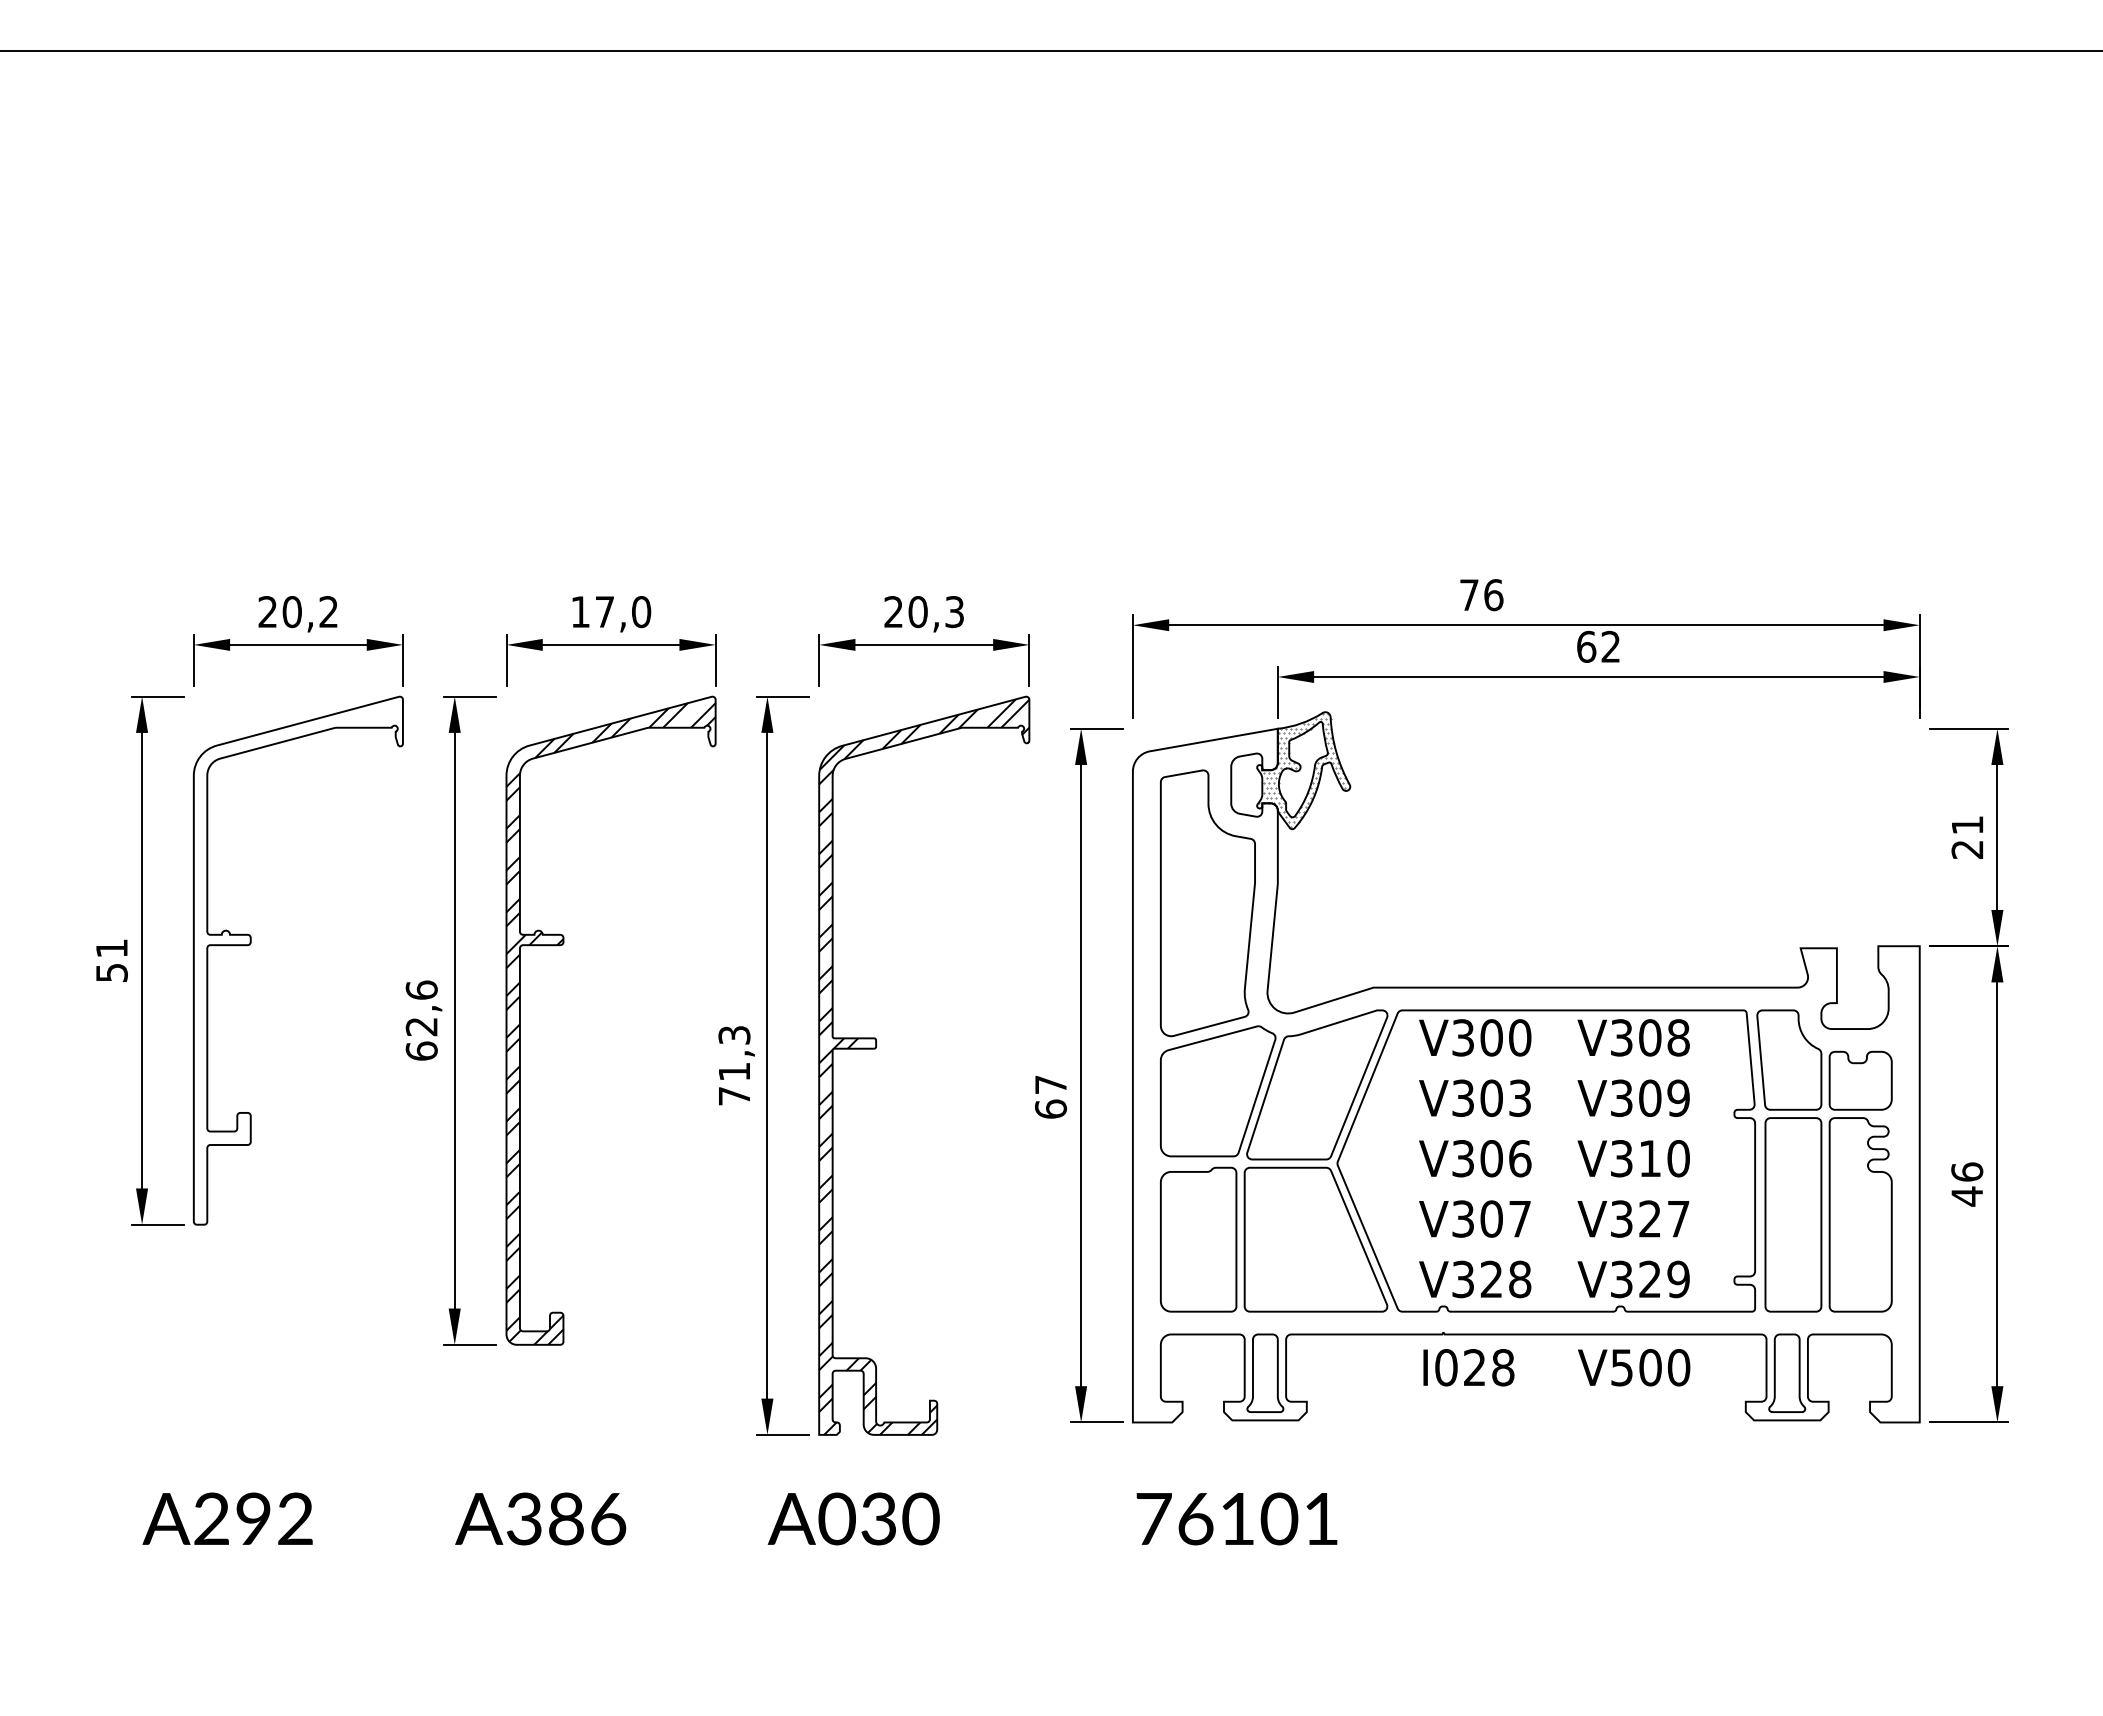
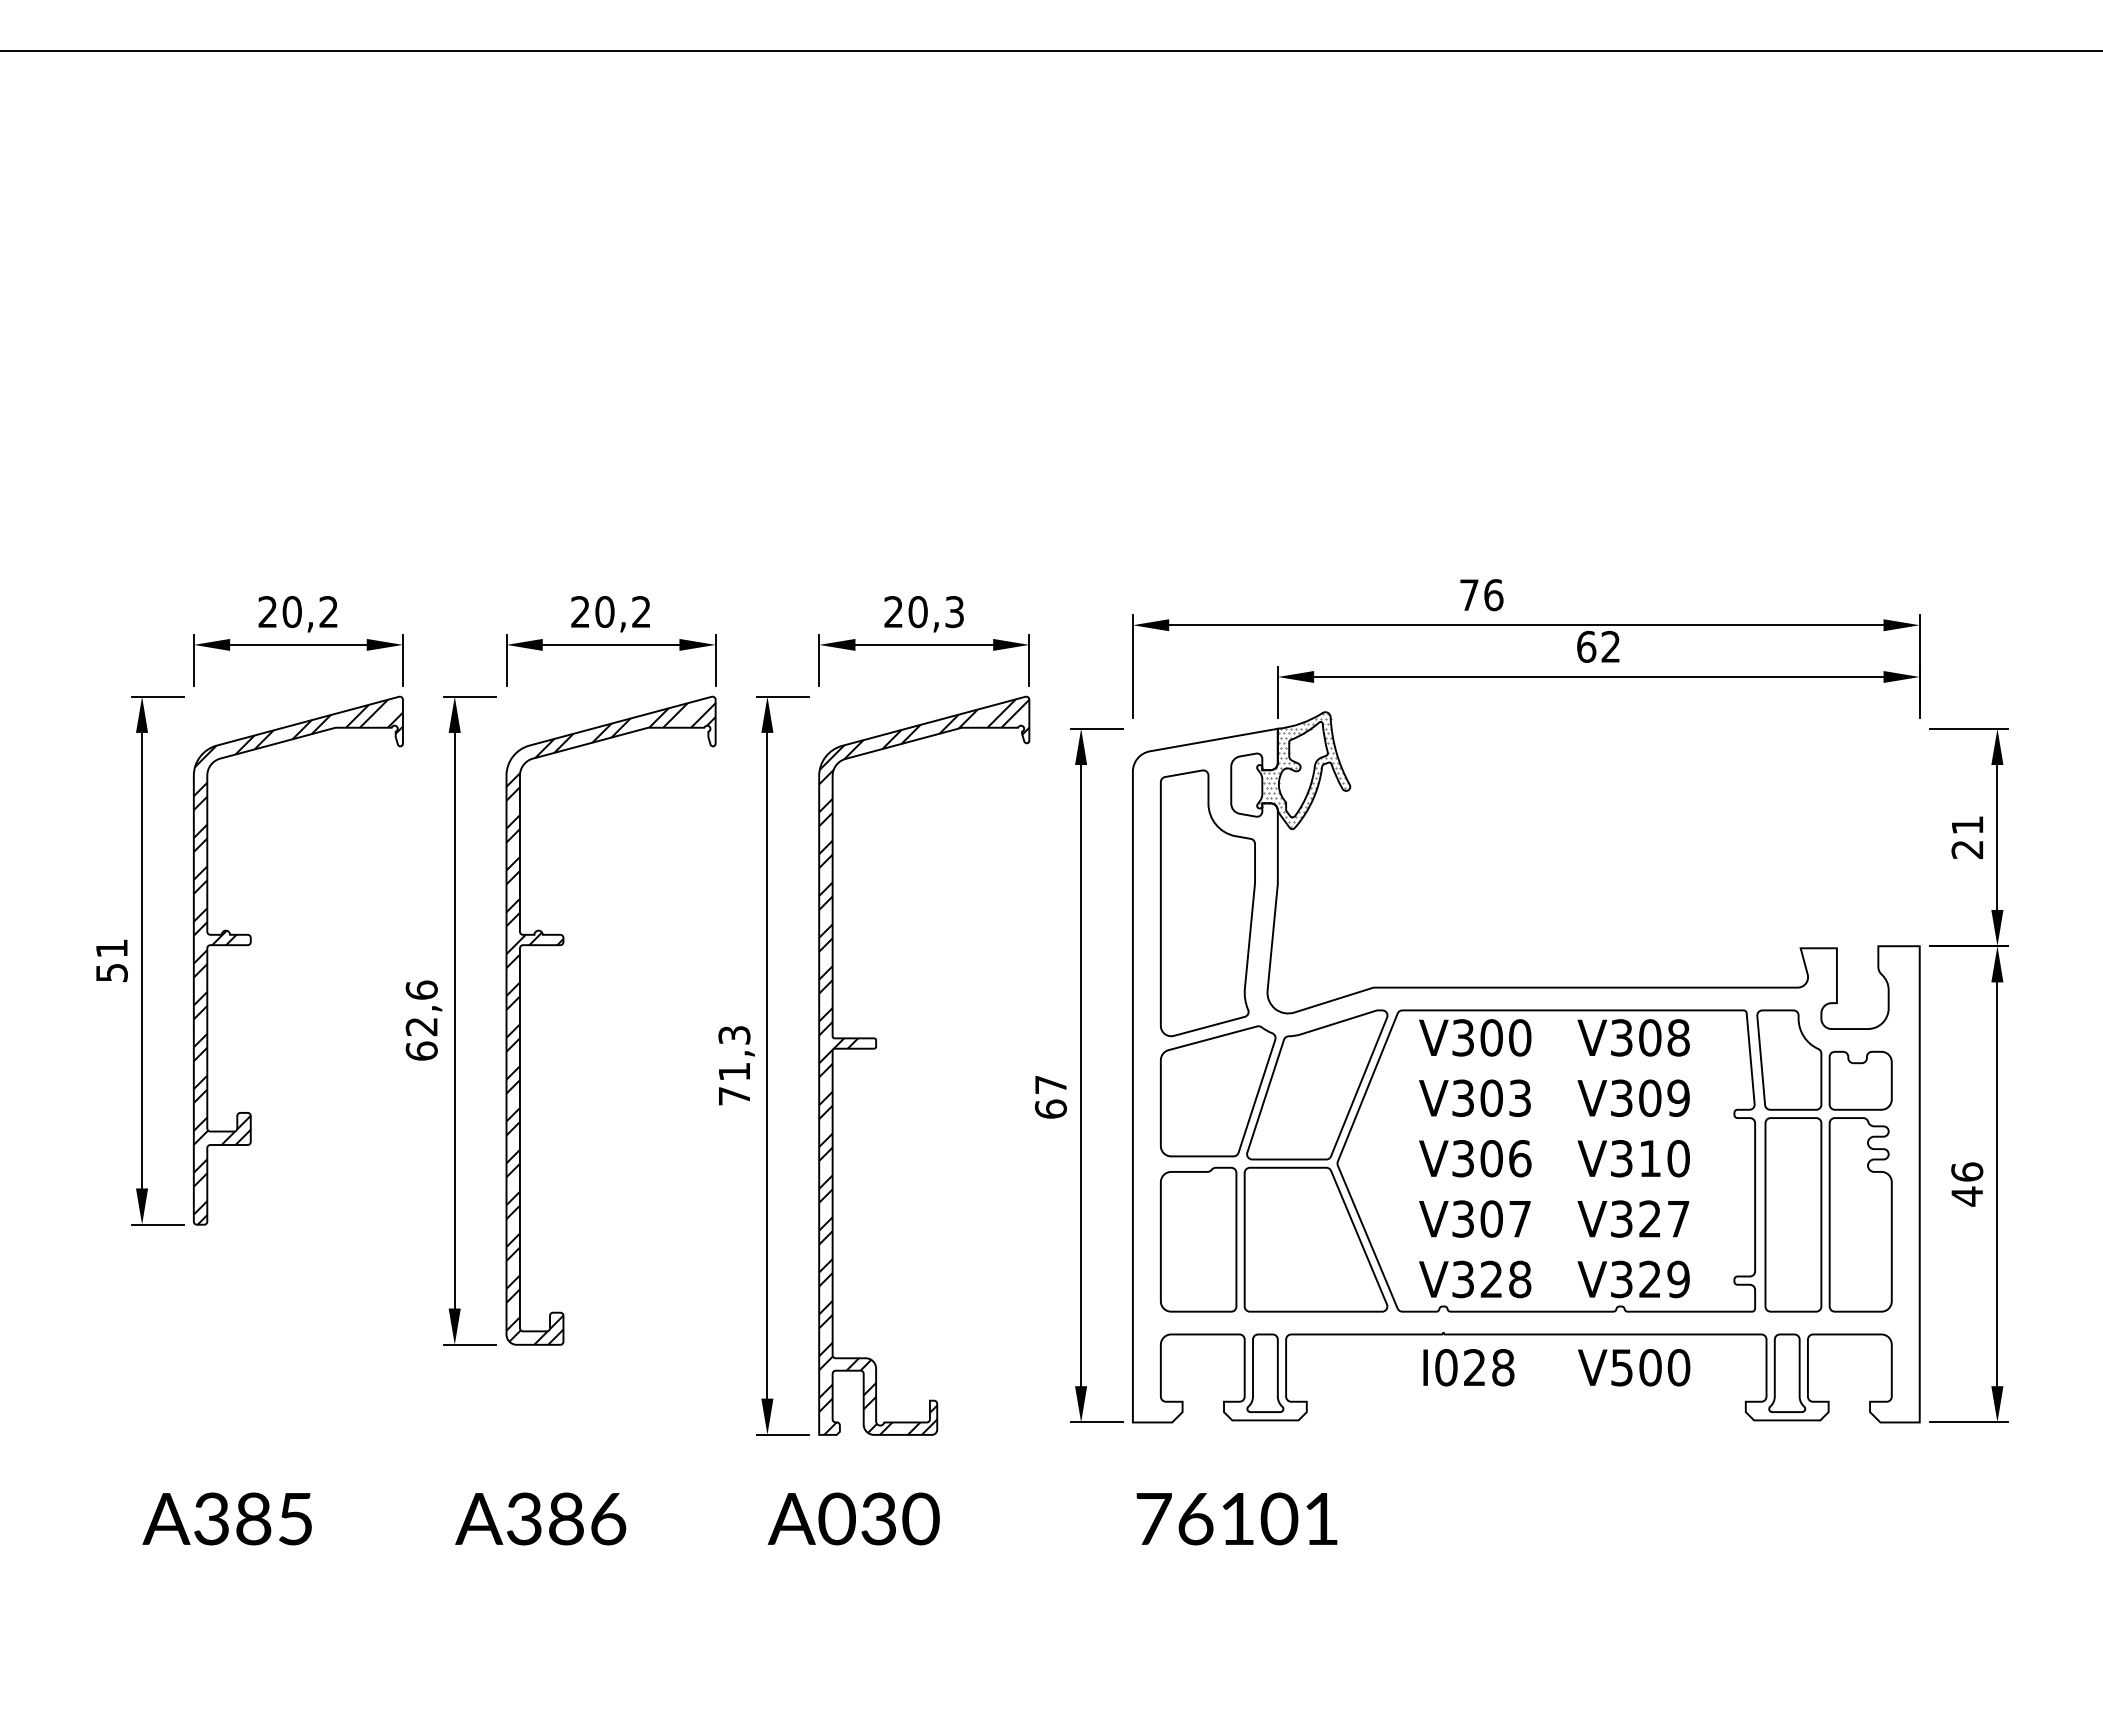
text at (611, 612): 17,0 -> 20,2
hatch at (297, 961): none -> present
text at (253, 1518): A292 -> A385
